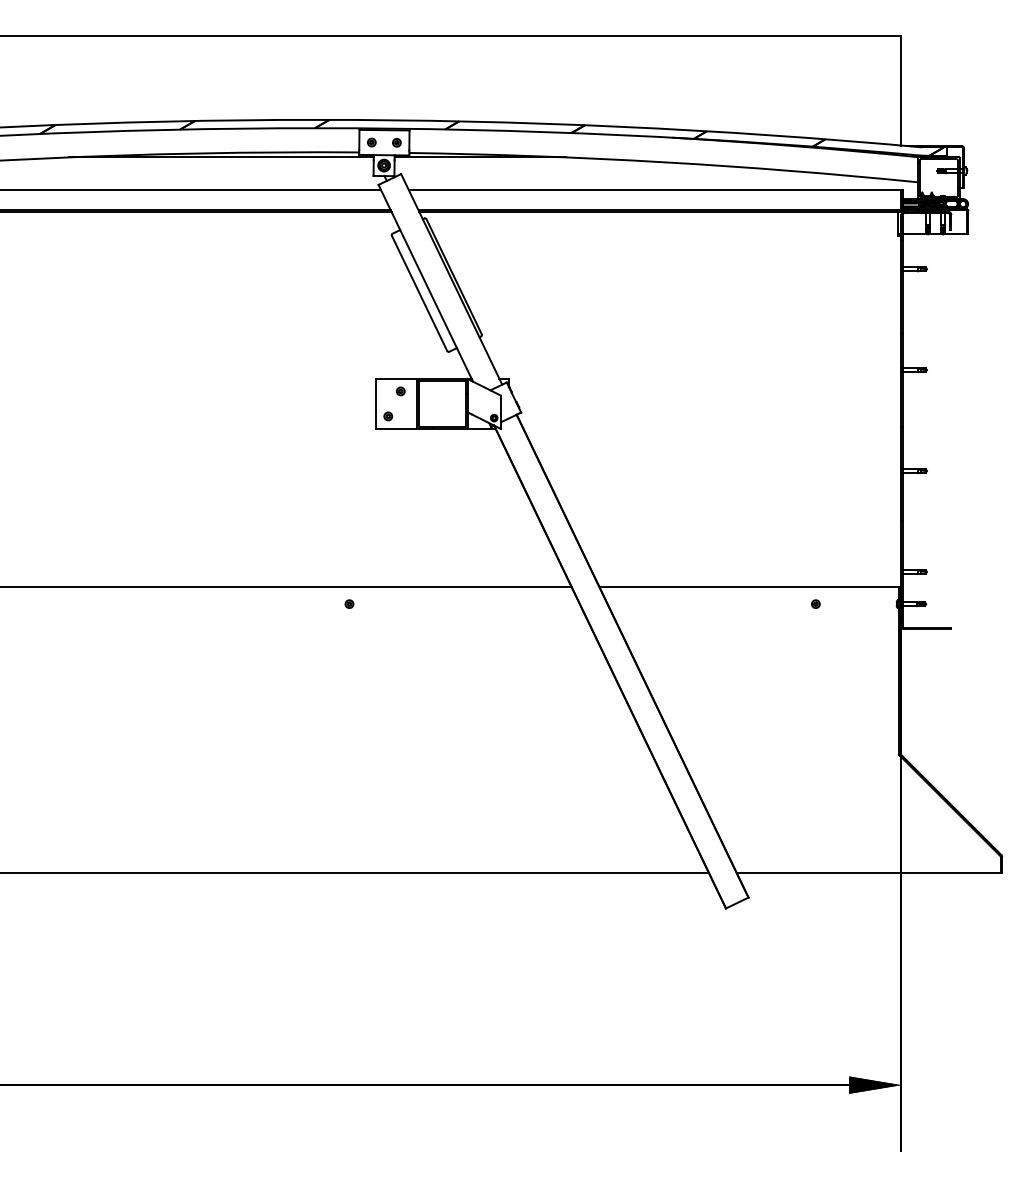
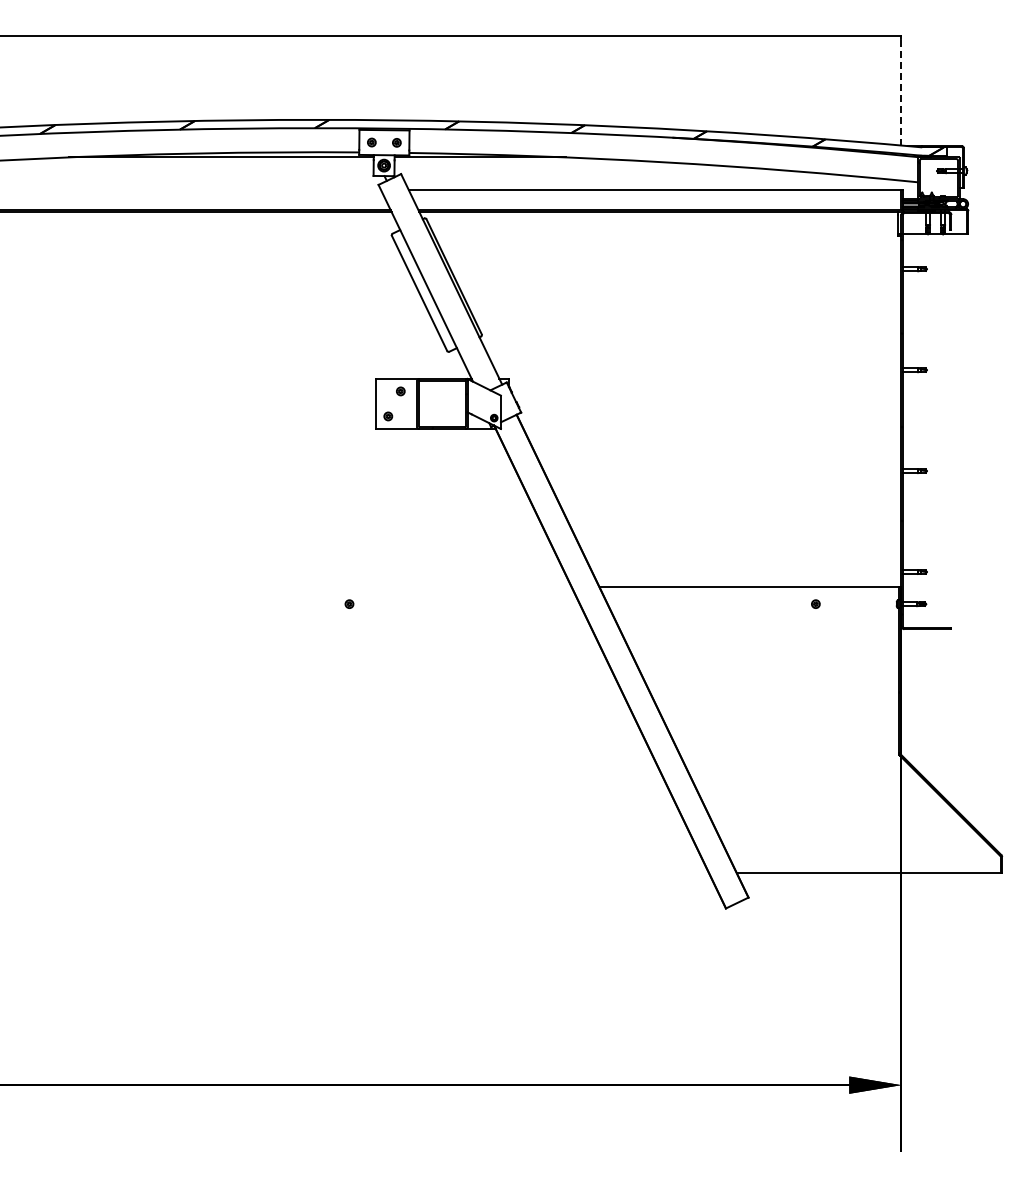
line at (901, 92): solid -> dashed
line at (191, 189): present -> none
line at (286, 587): present -> none
line at (355, 872): present -> none
